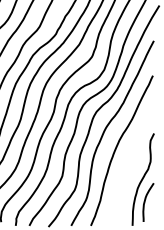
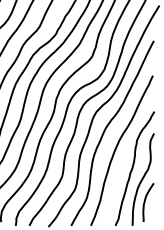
curve at (133, 168): none -> present
